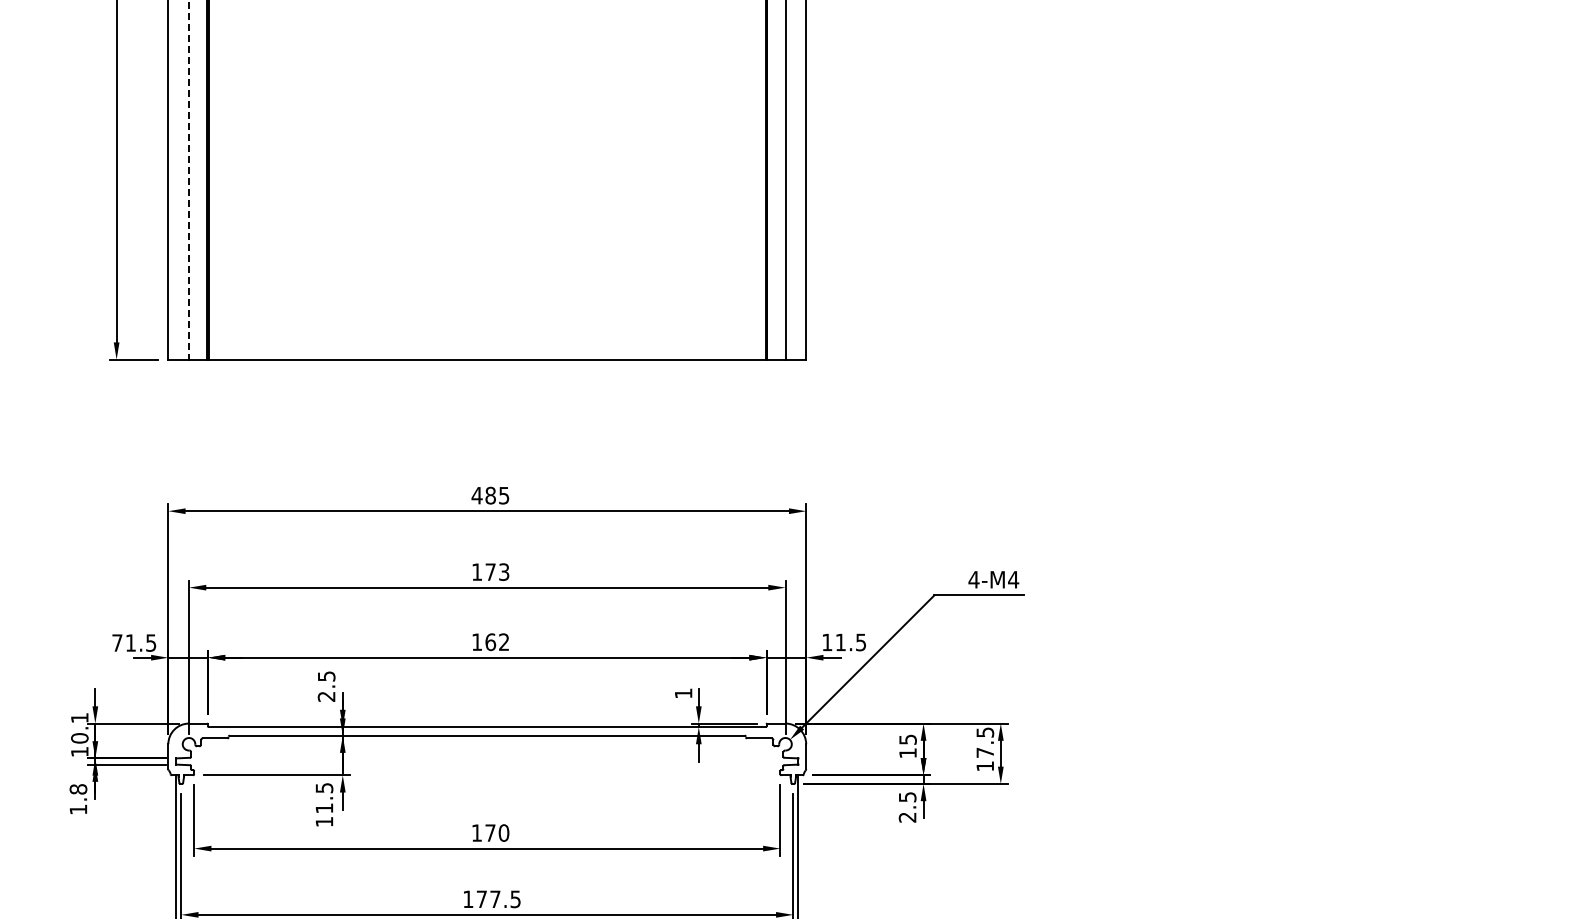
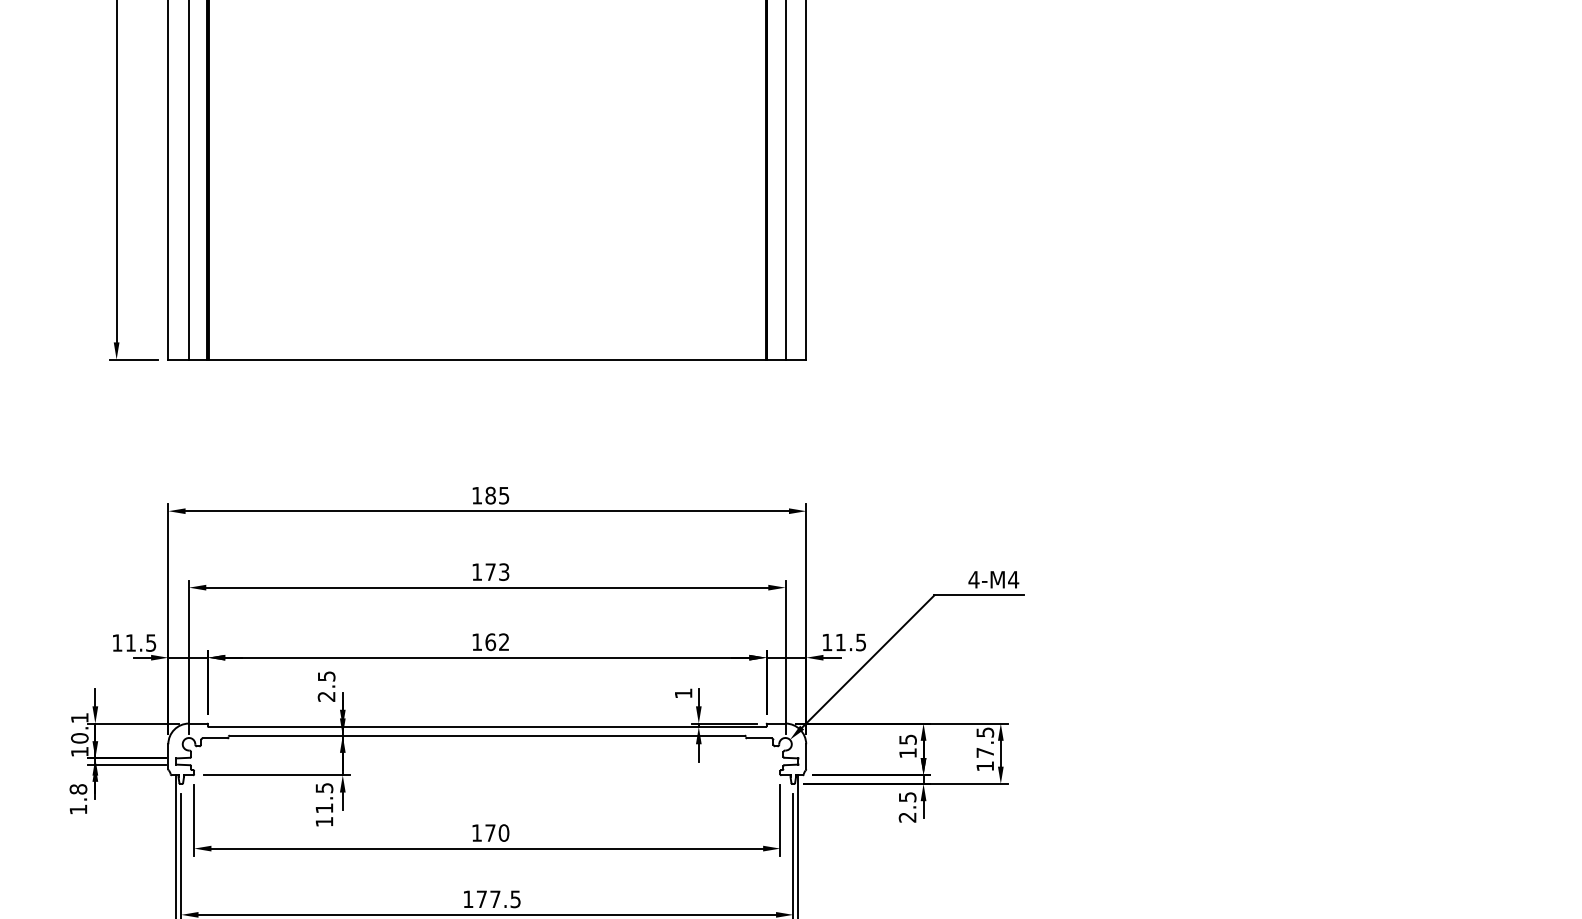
line at (189, 180): dashed -> solid
text at (476, 495): 485 -> 185
text at (117, 642): 71.5 -> 11.5
